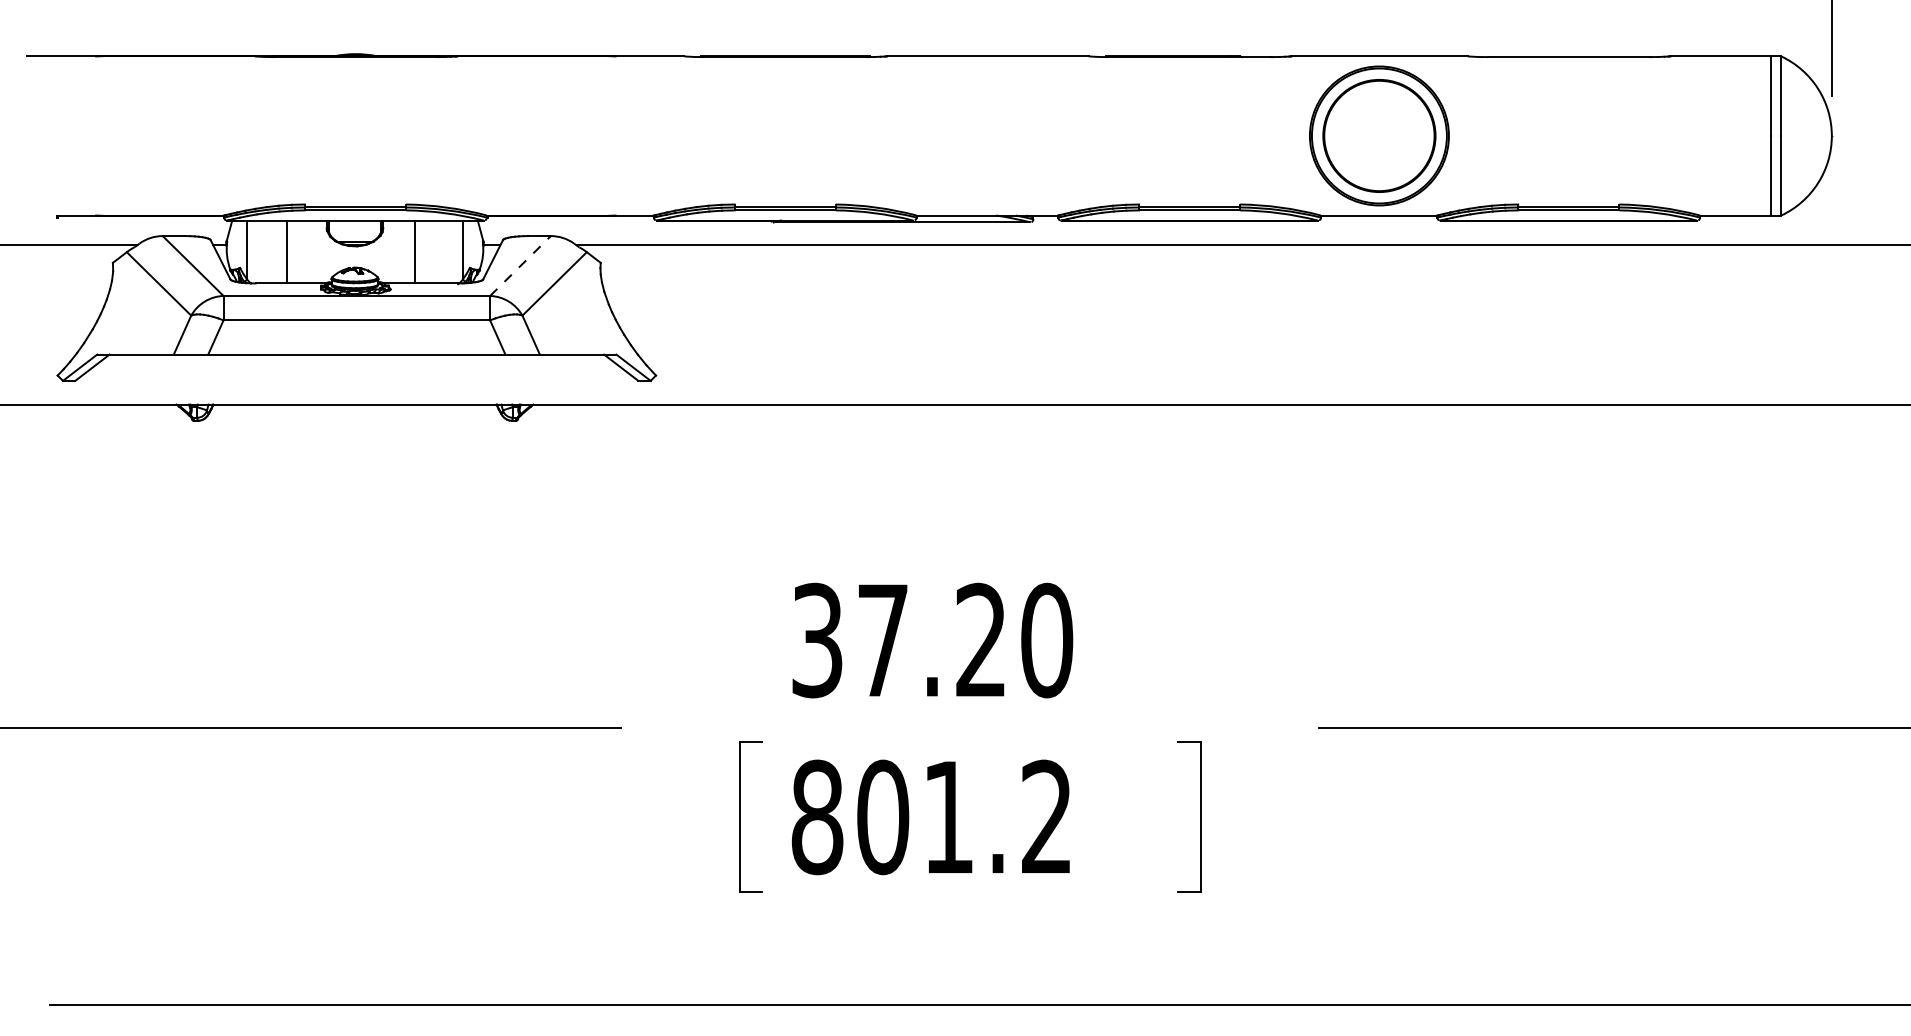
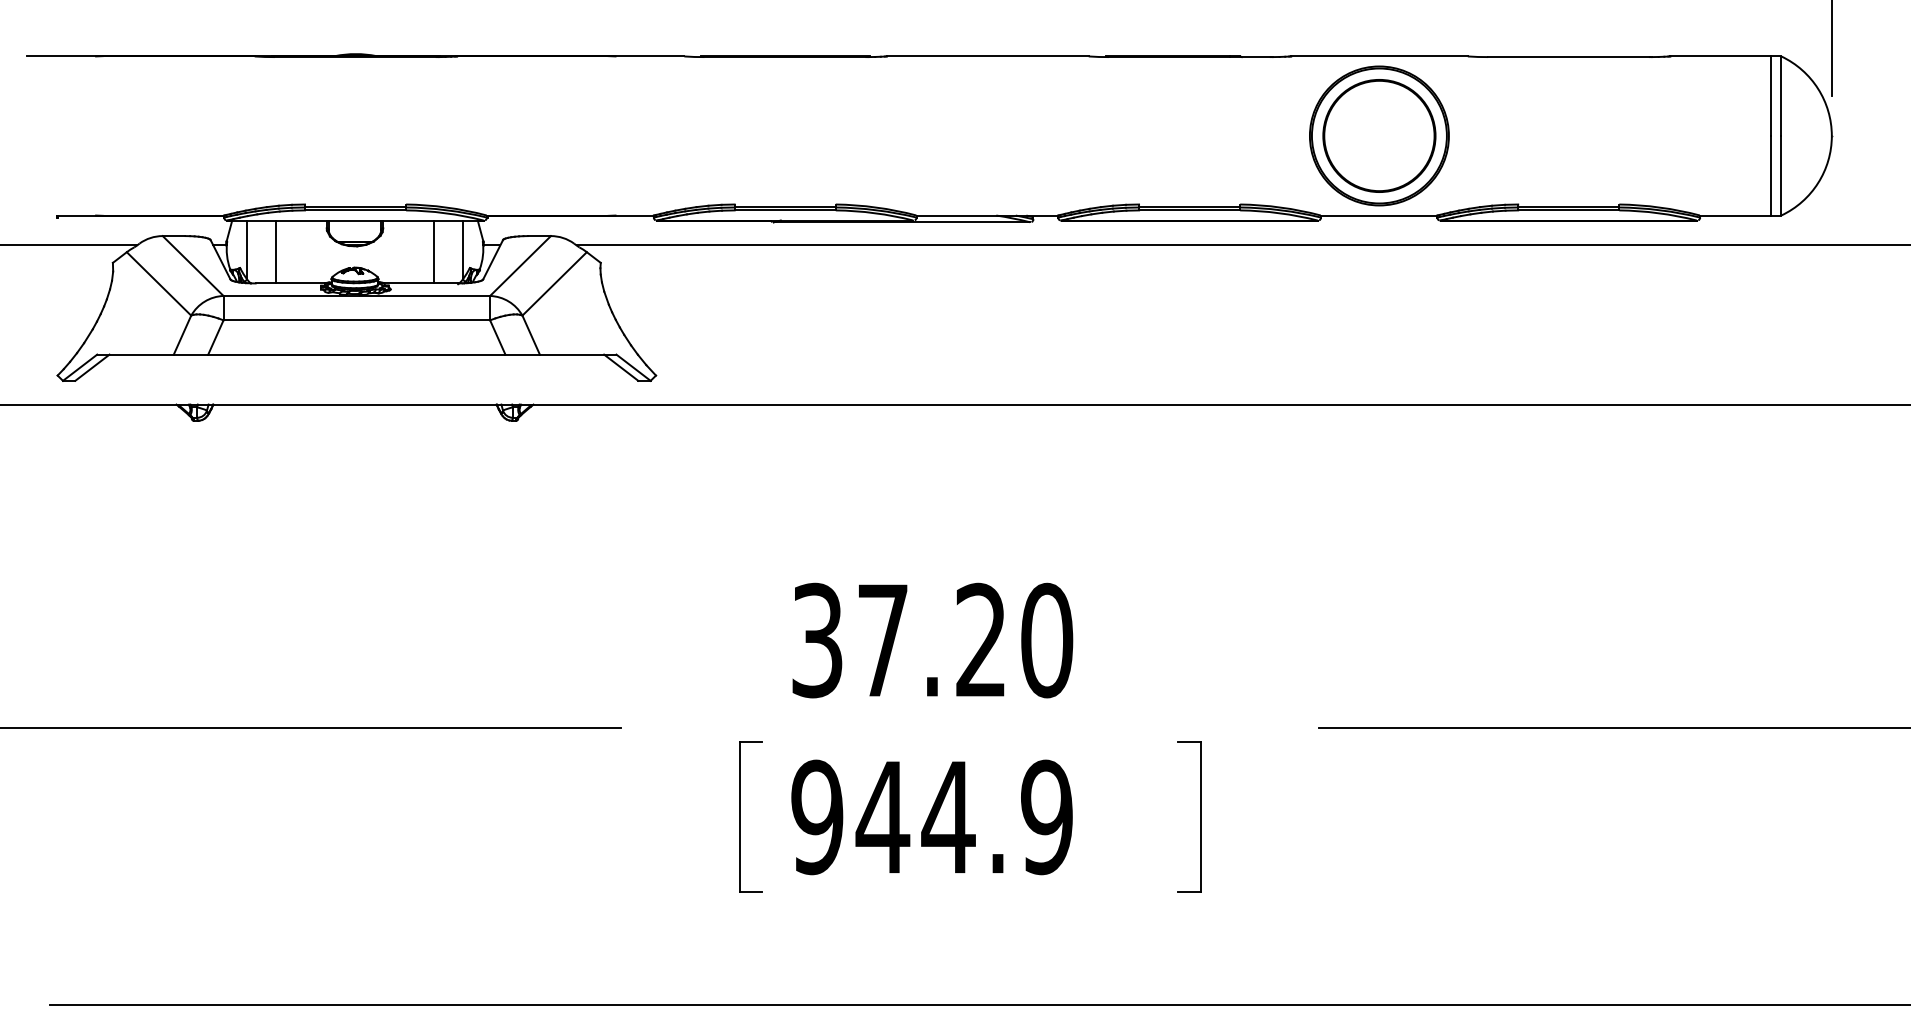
line at (287, 251) position: (287, 251) -> (276, 251)
line at (414, 251) position: (414, 251) -> (433, 251)
line at (520, 266): dashed -> solid
text at (931, 817): 801.2 -> 944.9
